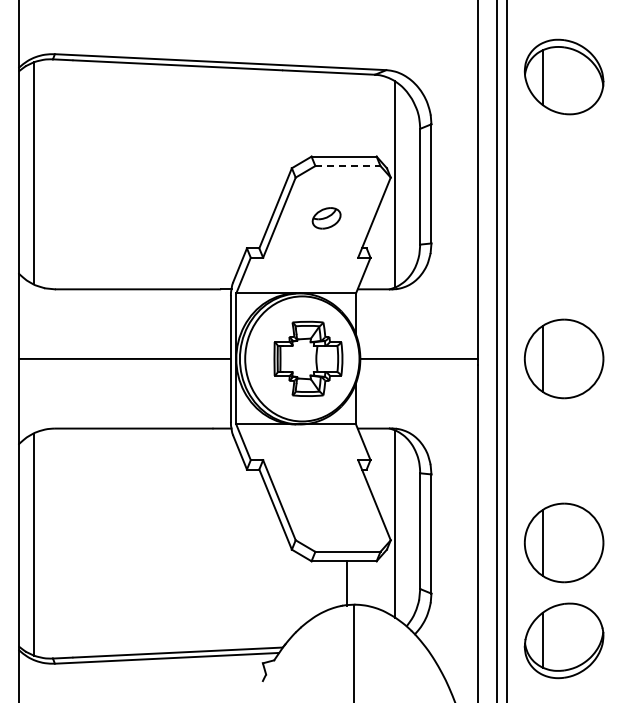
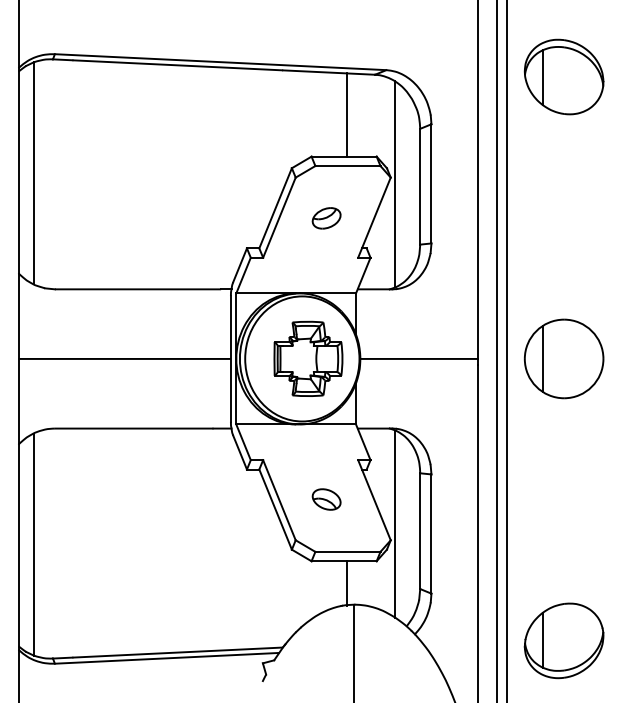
line at (346, 114): none -> present
line at (347, 166): dashed -> solid
part at (326, 499): none -> present
part at (563, 542): present -> none
